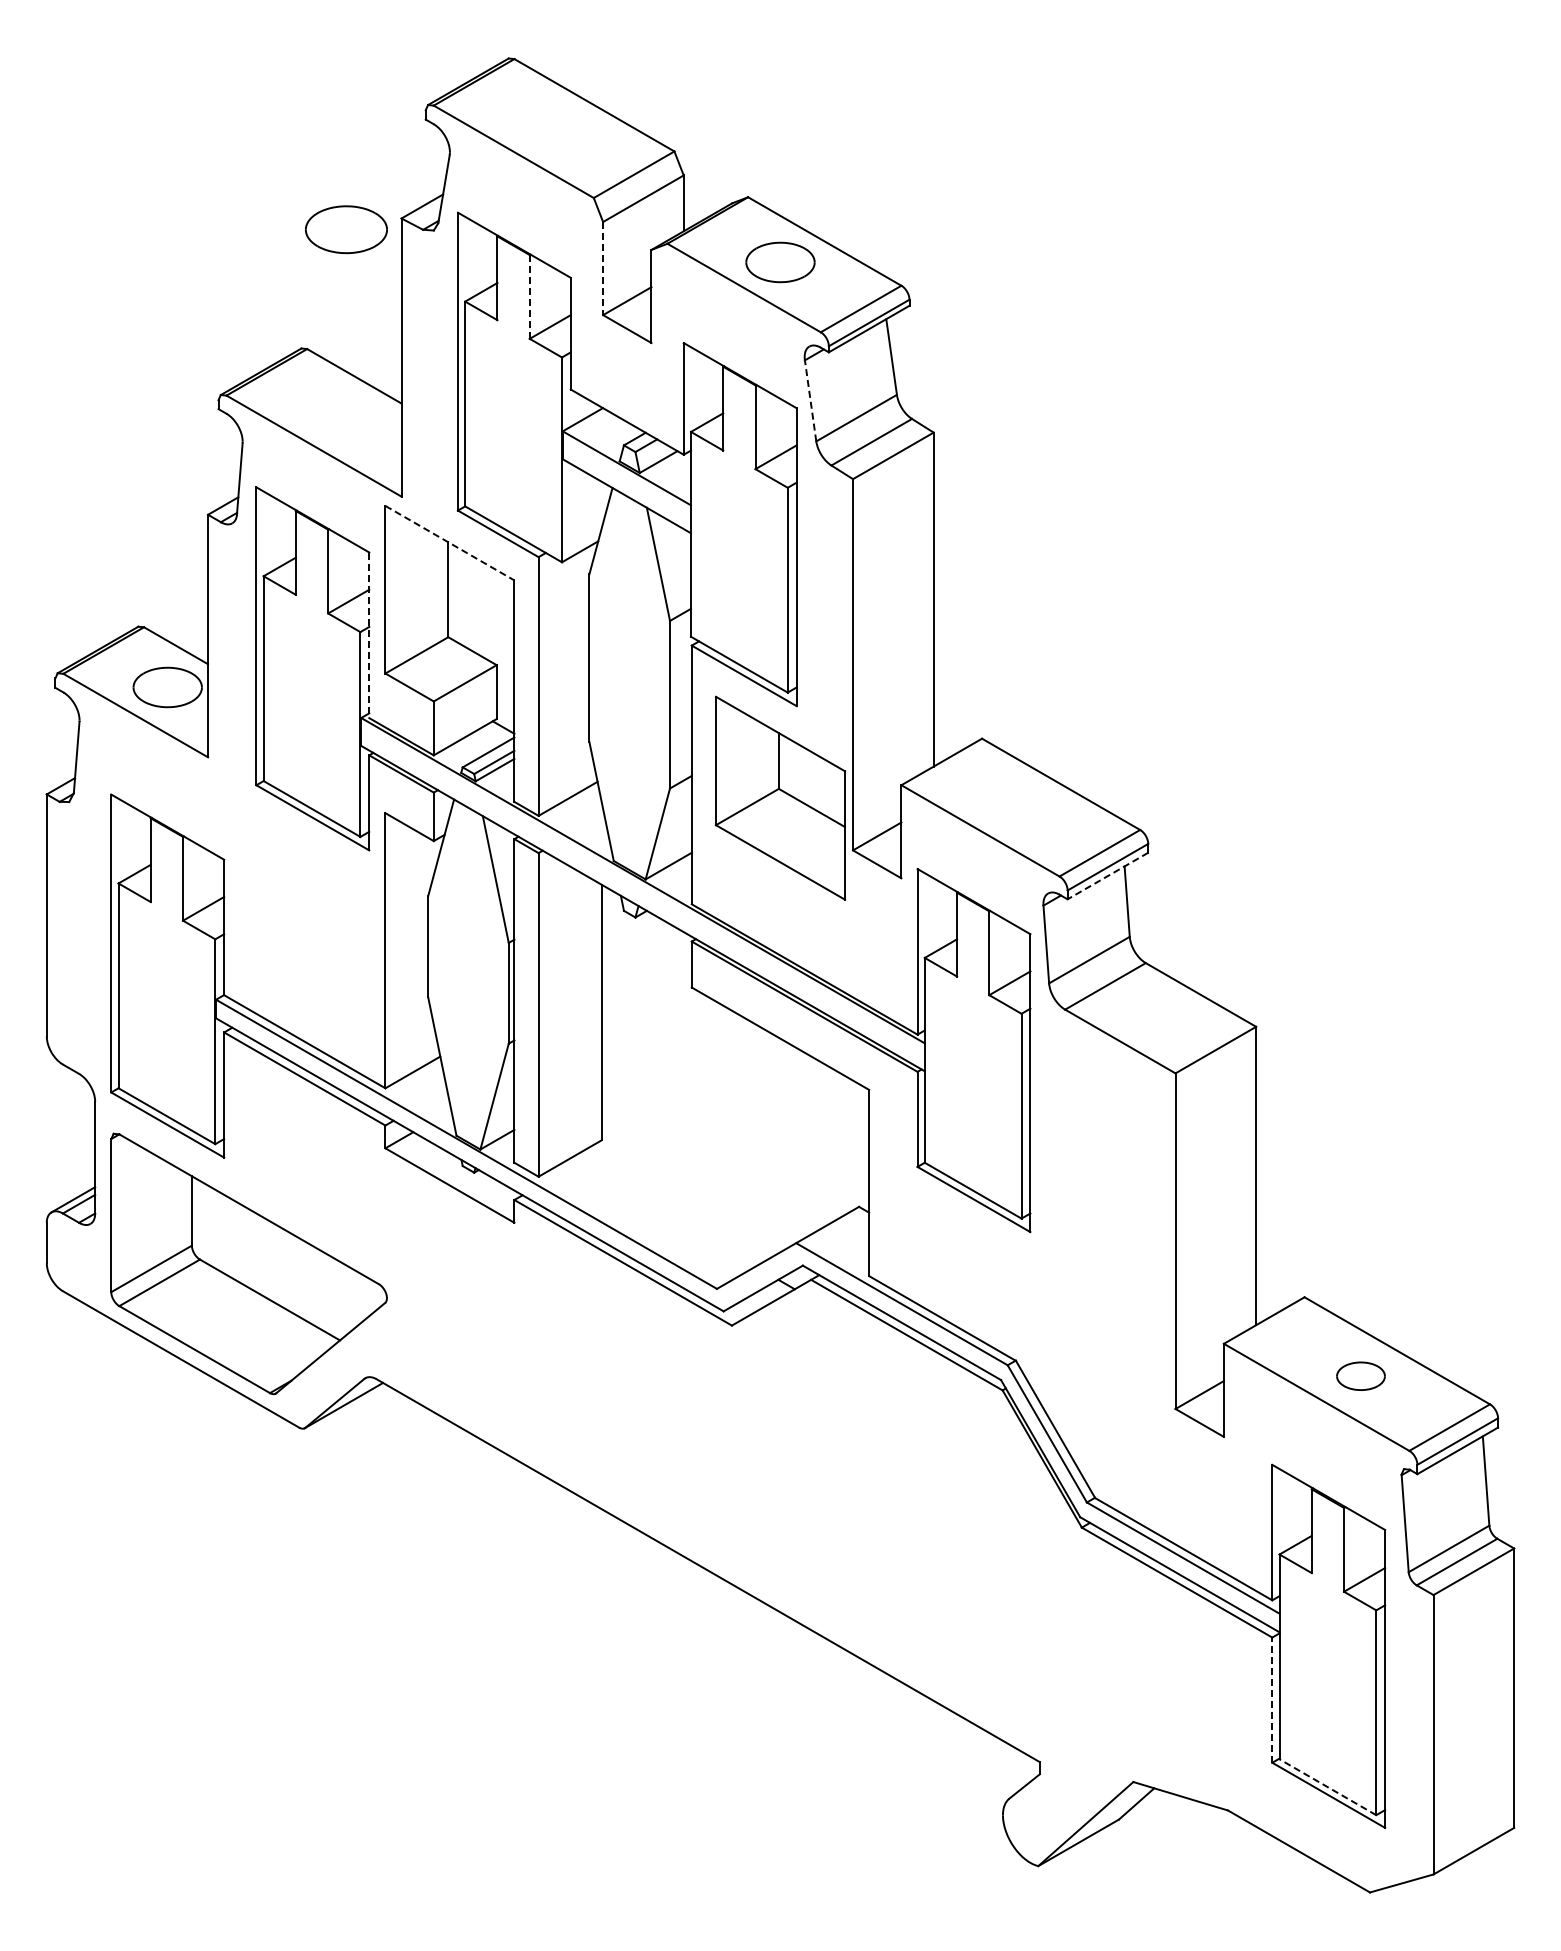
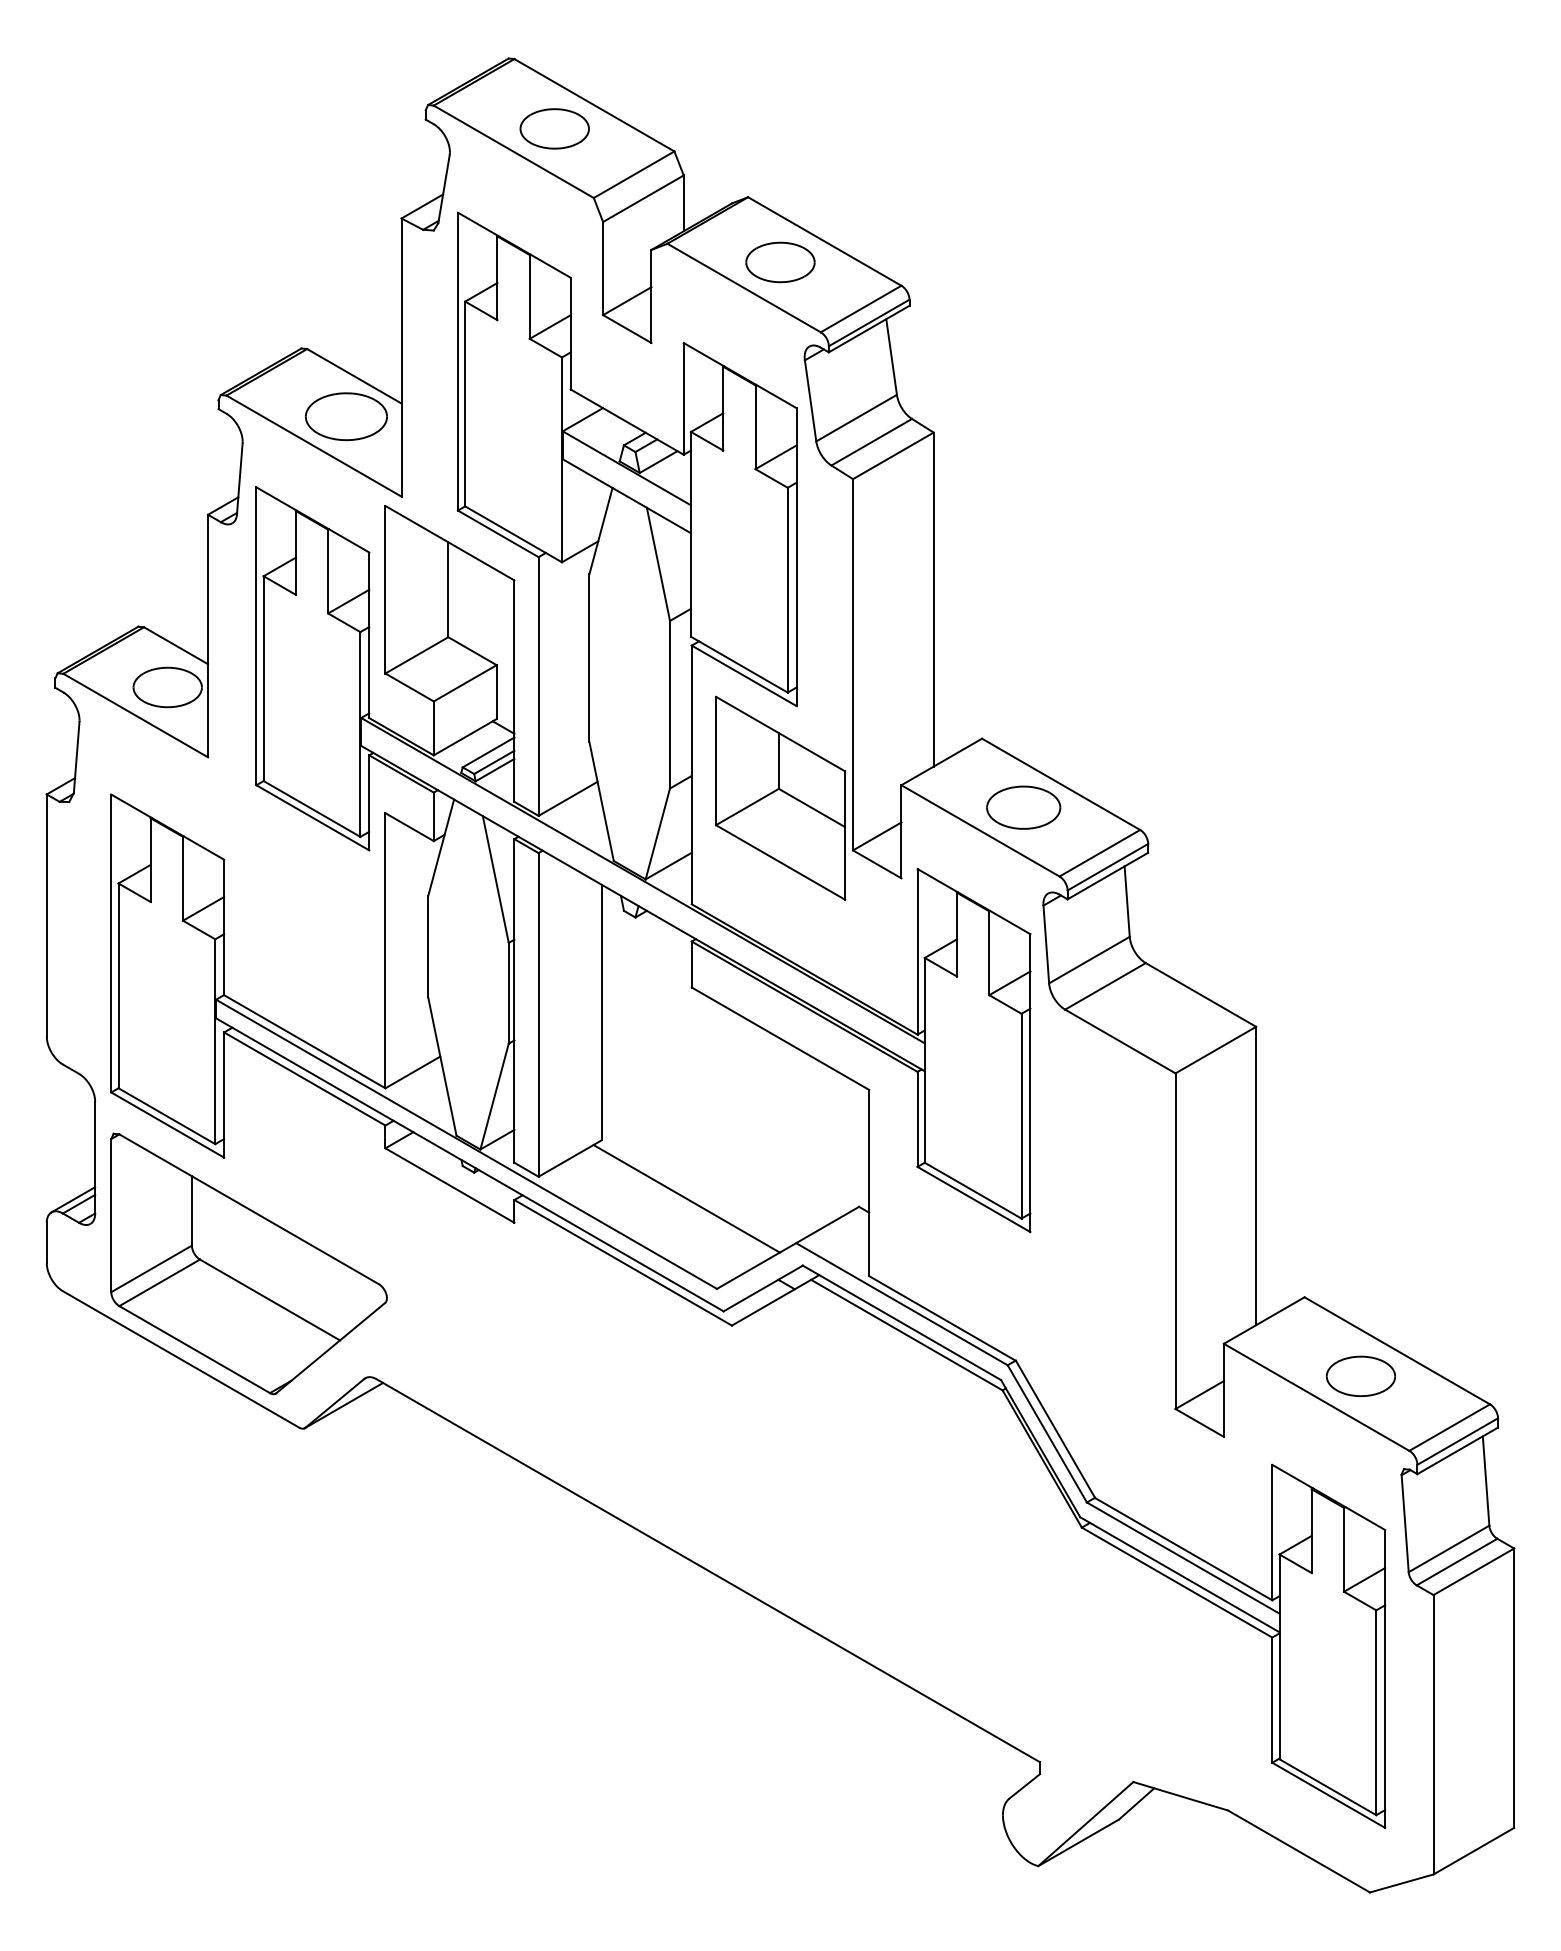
part at (554, 128): none -> present
part at (346, 229) position: (346, 229) -> (346, 416)
line at (603, 268): dashed -> solid
line at (529, 296): dashed -> solid
line at (810, 400): dashed -> solid
line at (450, 543): dashed -> solid
line at (369, 635): dashed -> solid
part at (1023, 807): none -> present
line at (1107, 876): dashed -> solid
line at (686, 1198): none -> present
part at (1360, 1375) size: 50x30 px -> 72x42 px
line at (1272, 1700): dashed -> solid
line at (1327, 1787): dashed -> solid
